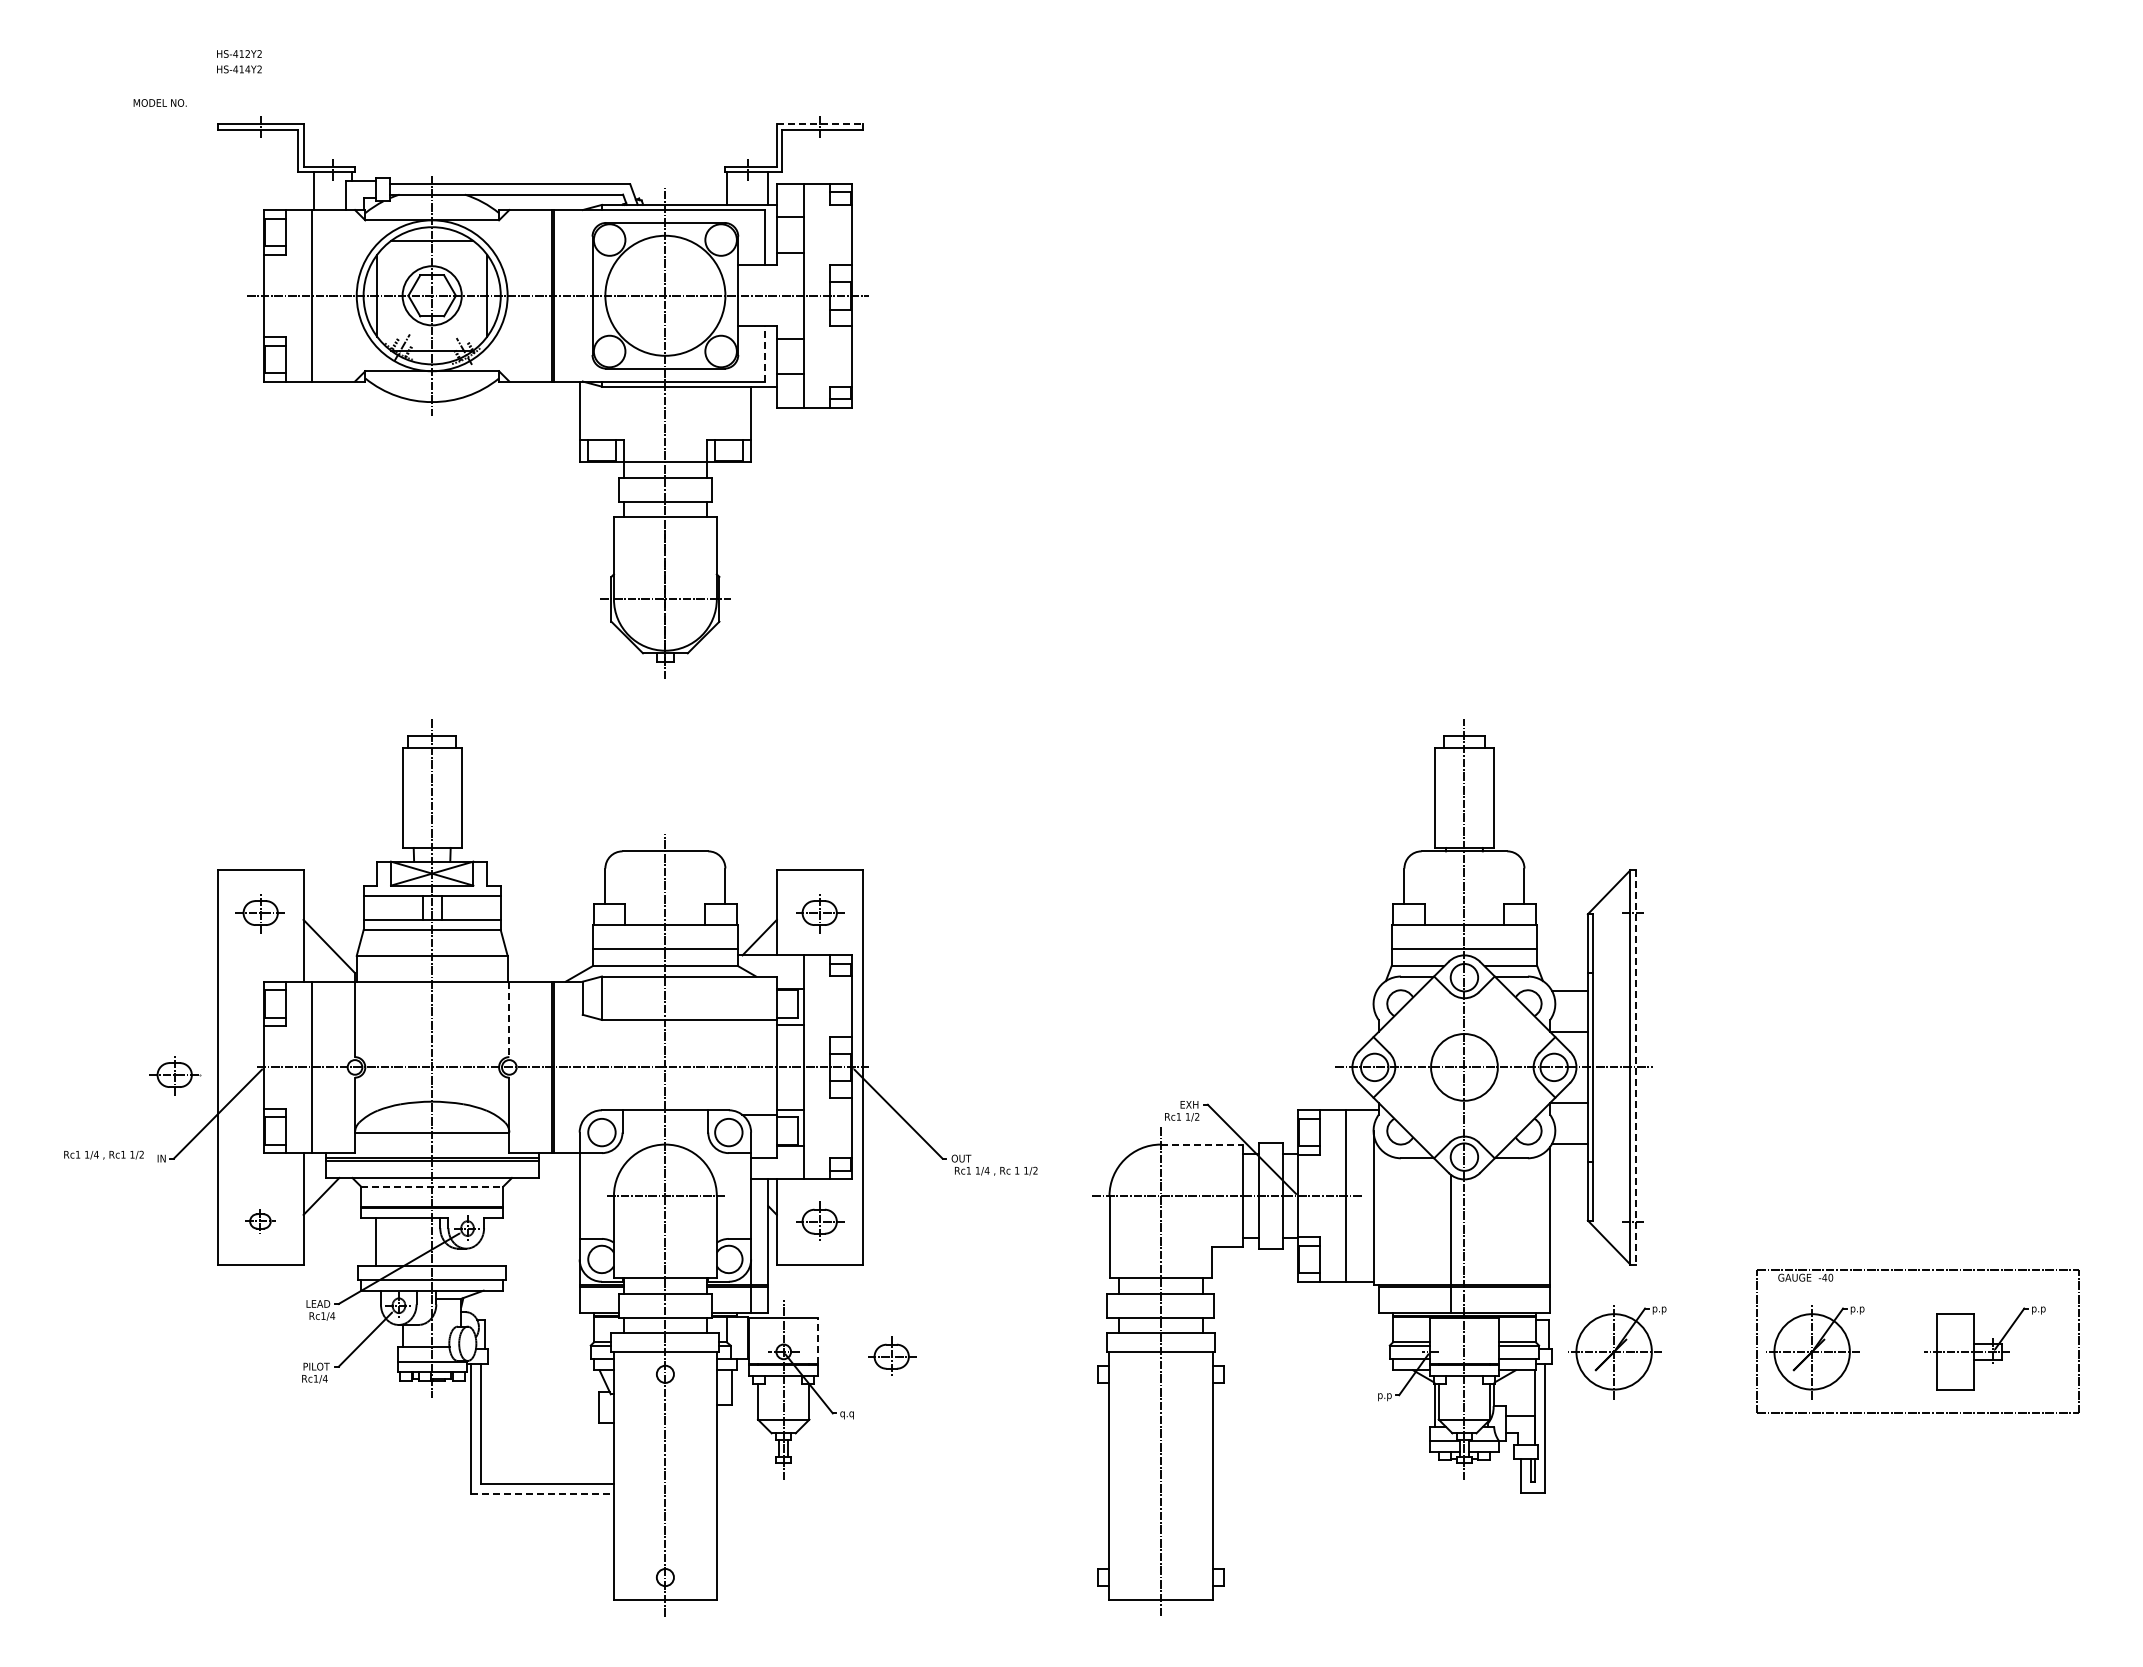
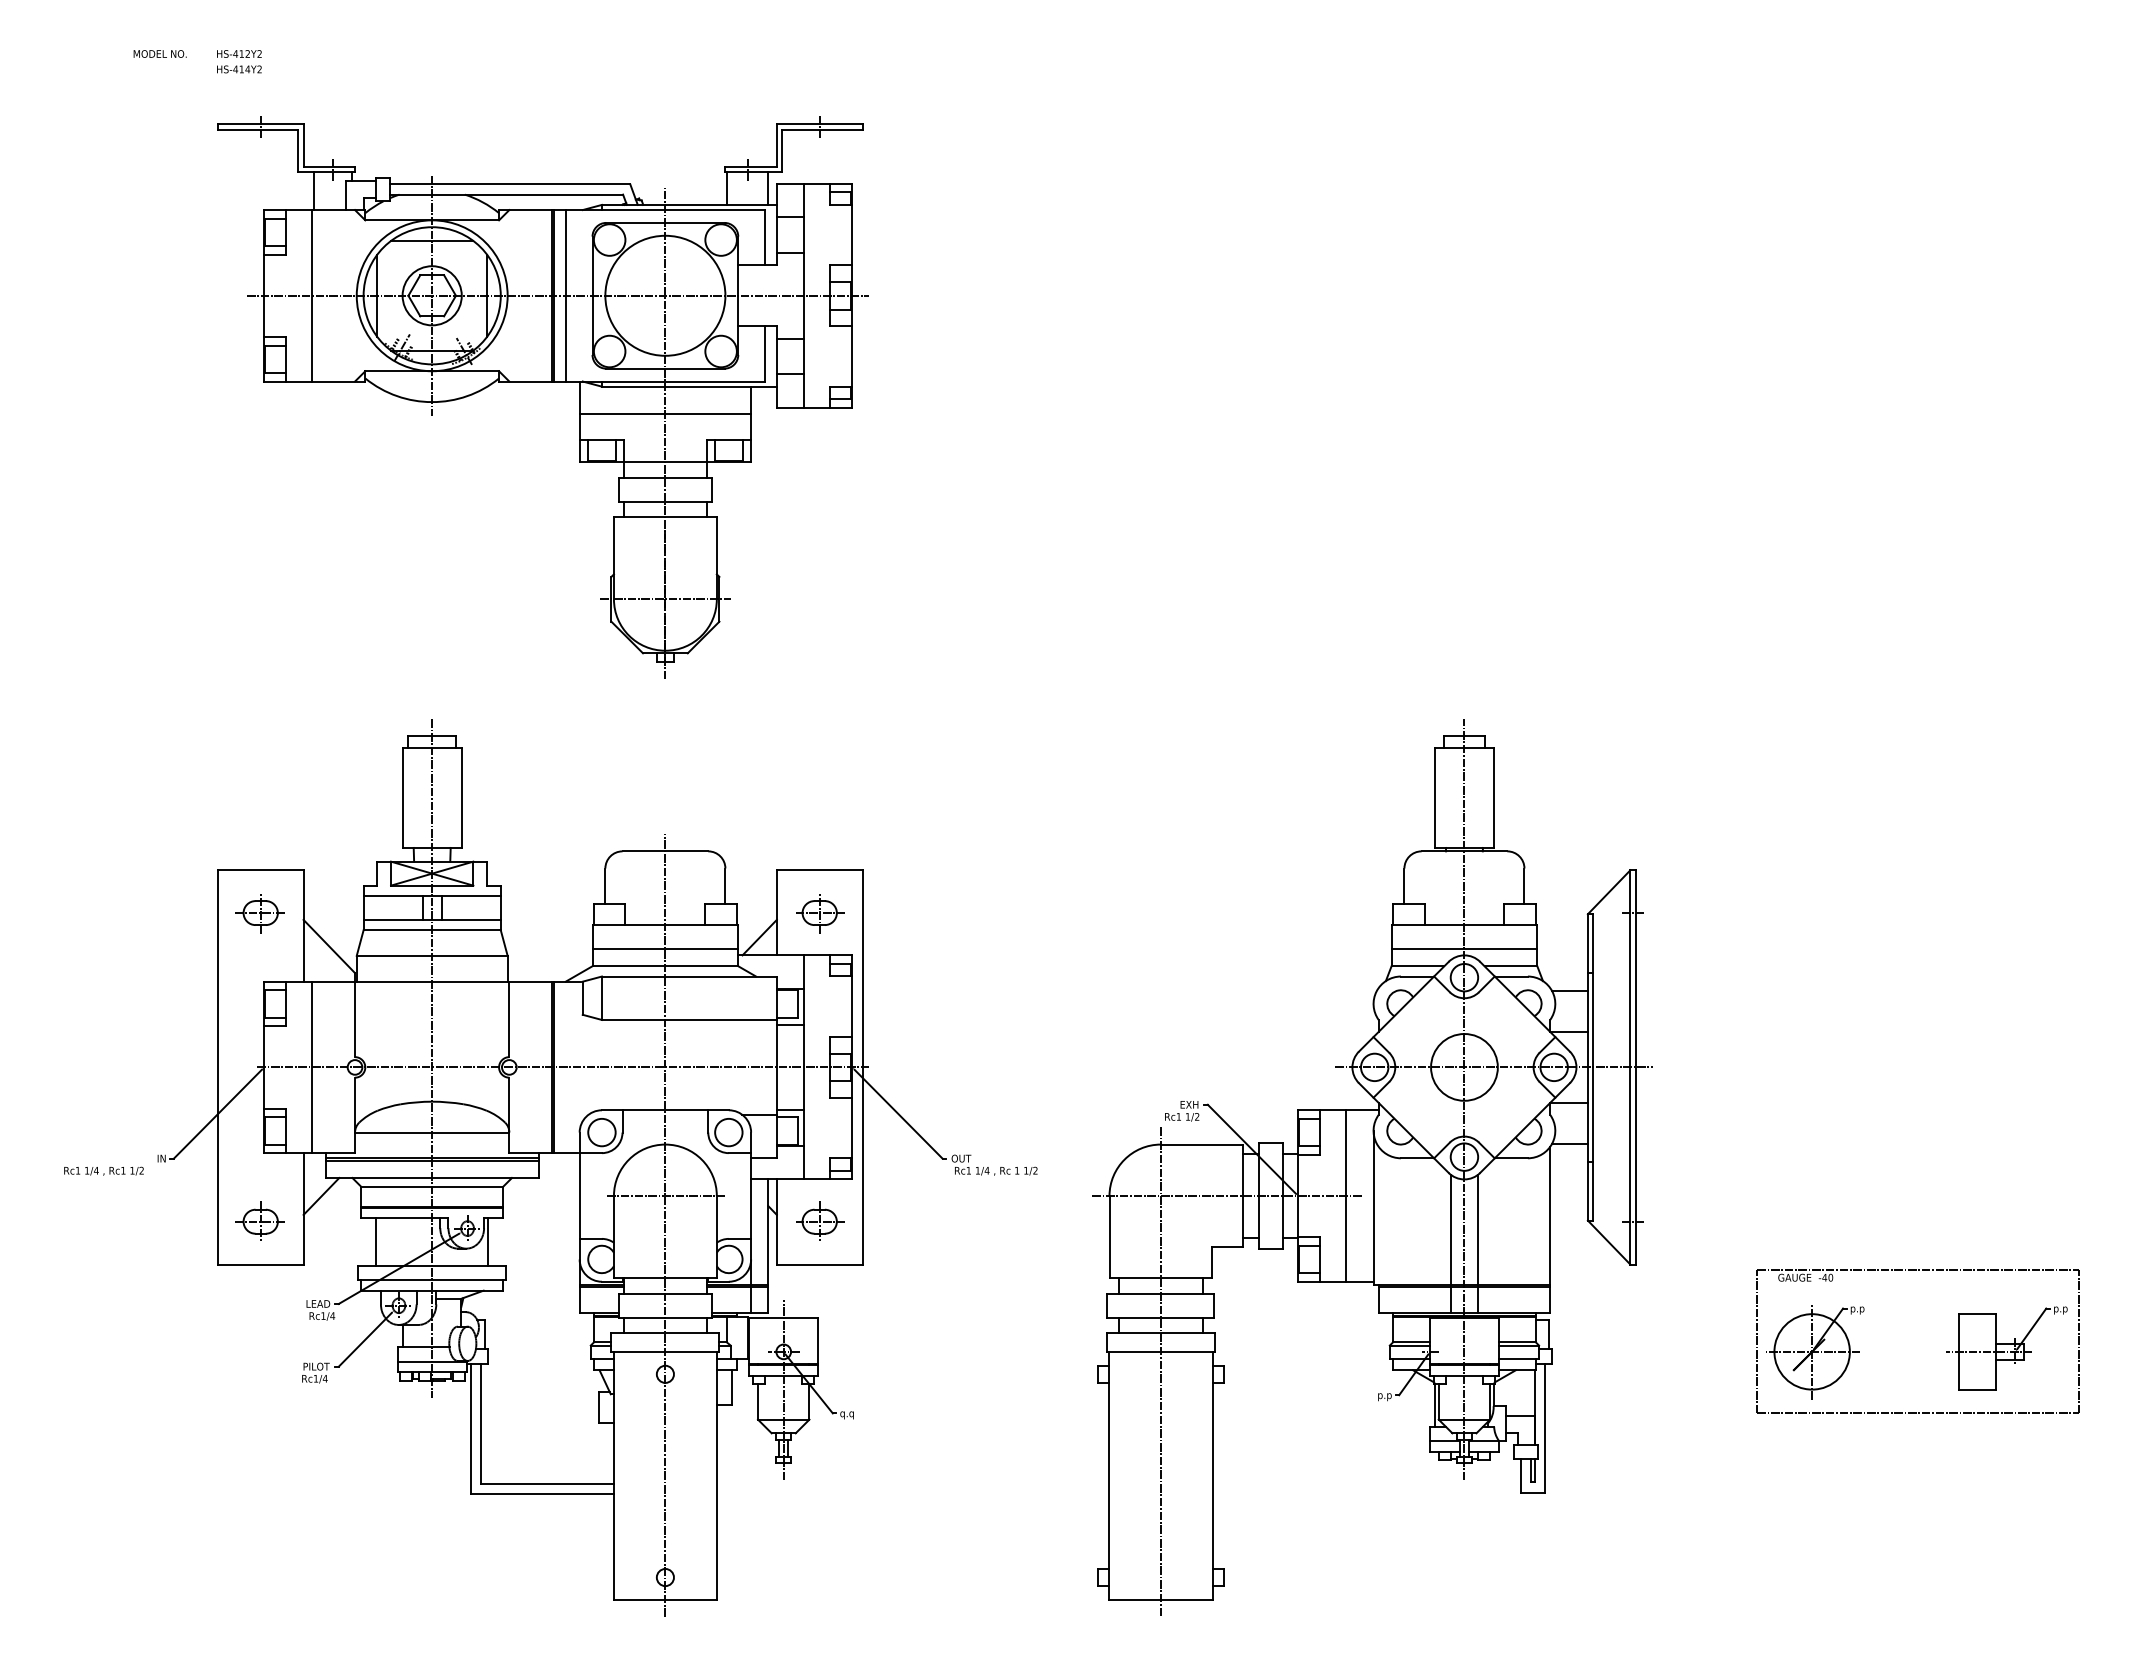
text at (159, 102) position: (159, 102) -> (159, 53)
line at (819, 124): dashed -> solid
line at (565, 295): none -> present
line at (765, 353): dashed -> solid
line at (665, 414): none -> present
line at (509, 1019): dashed -> solid
line at (1635, 1067): dashed -> solid
part at (173, 1075): present -> none
line at (1202, 1144): dashed -> solid
text at (103, 1154) position: (103, 1154) -> (103, 1170)
line at (432, 1186): dashed -> solid
part at (260, 1221) size: 31x25 px -> 50x40 px
line at (487, 1241): none -> present
line at (1478, 1243): none -> present
line at (818, 1340): dashed -> solid
part at (1984, 1348) position: (1984, 1348) -> (2006, 1348)
part at (1617, 1352): present -> none
part at (892, 1355): present -> none
line at (542, 1494): dashed -> solid
